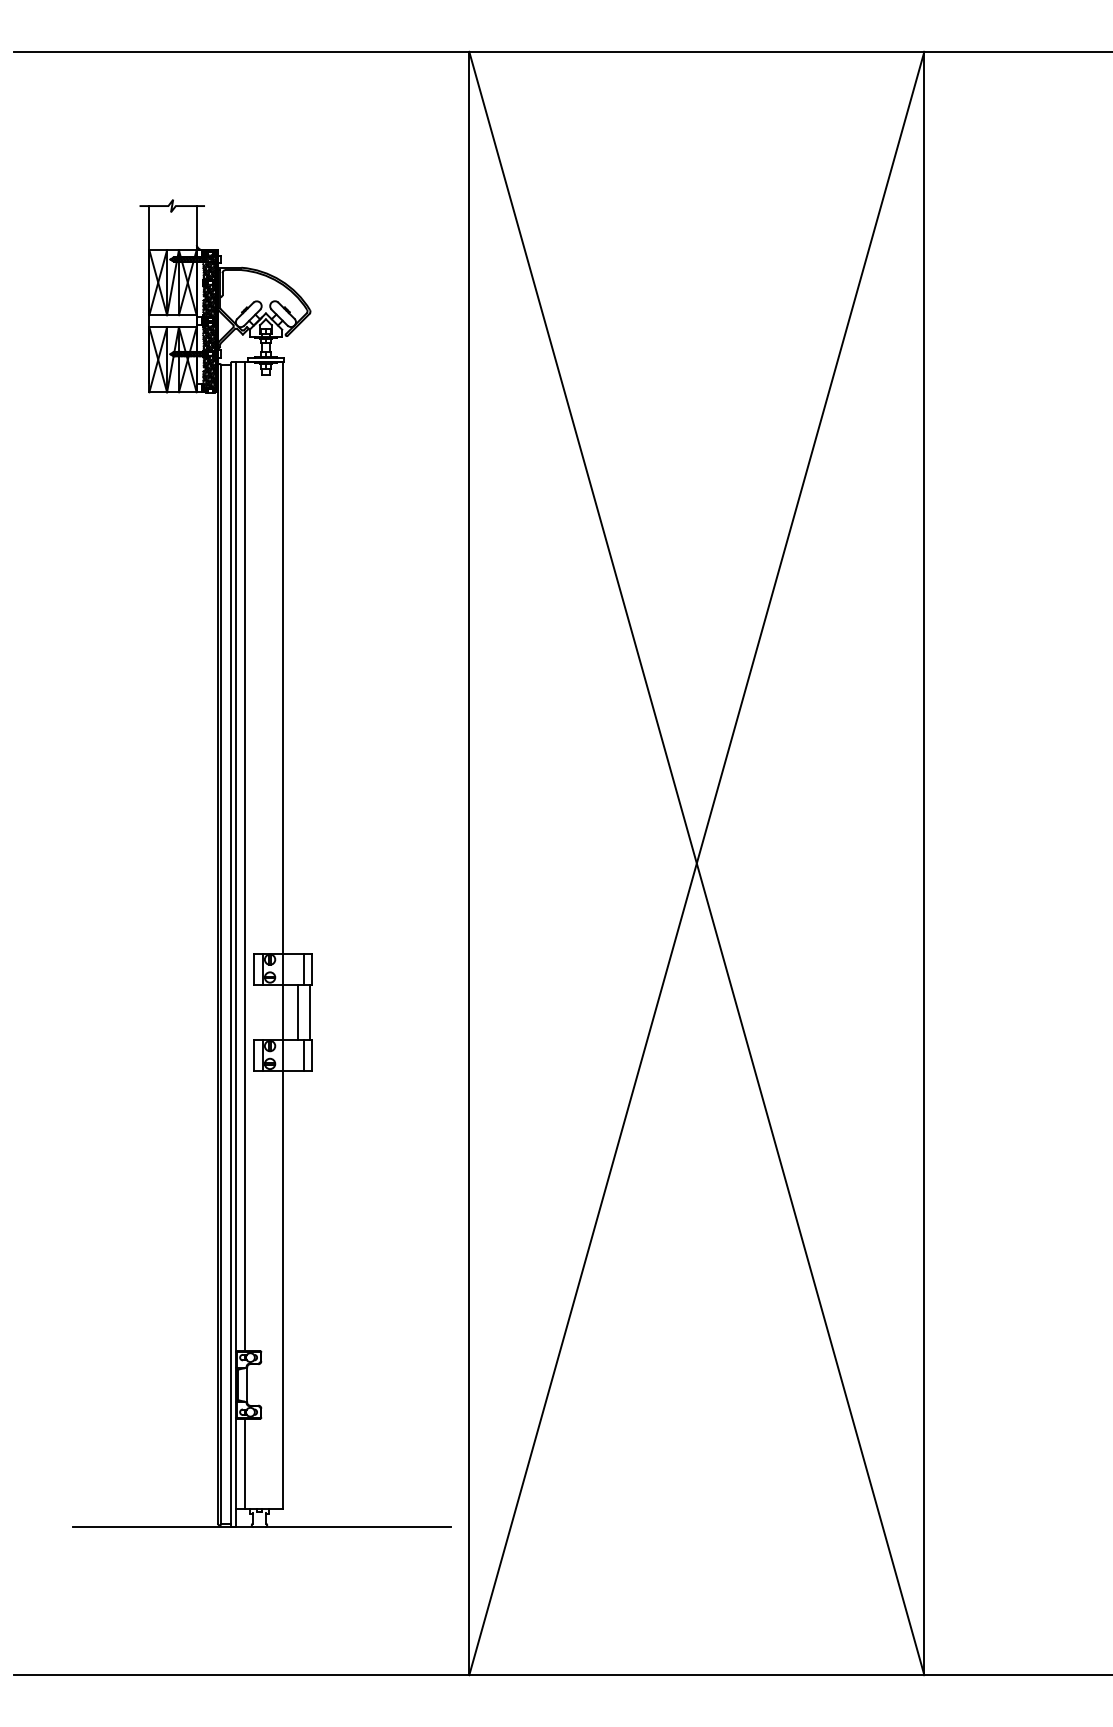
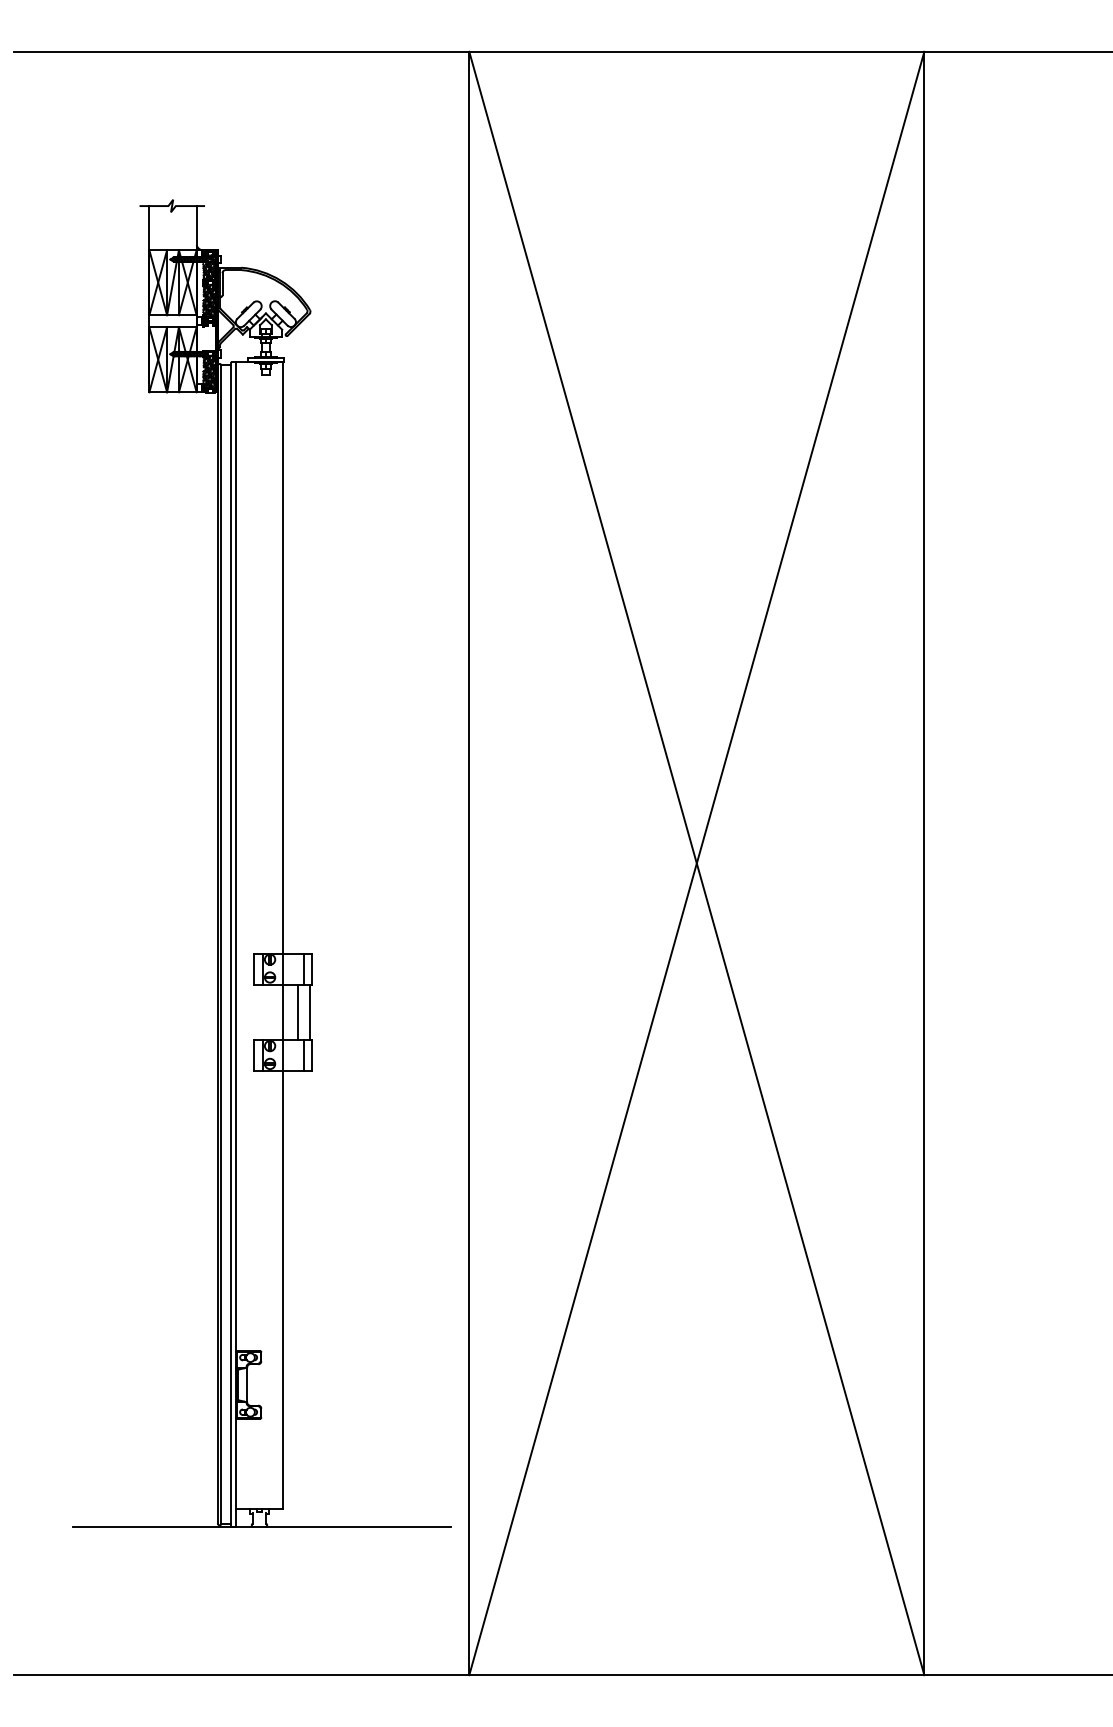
hatch at (209, 337): present -> none
line at (244, 856): present -> none
line at (244, 1463): present -> none
